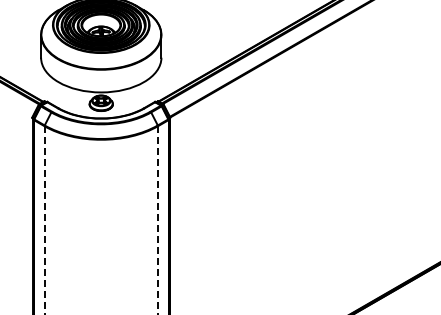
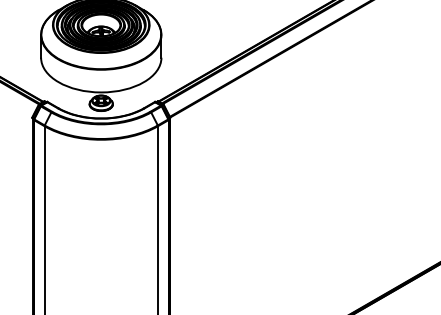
line at (44, 220): dashed -> solid
line at (158, 220): dashed -> solid
